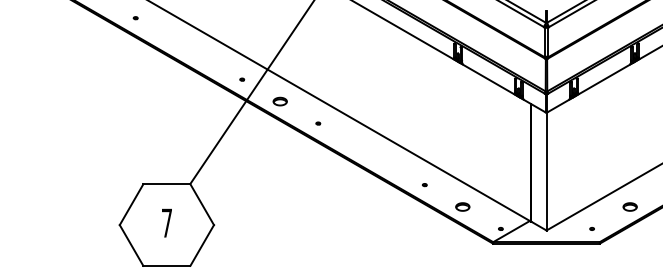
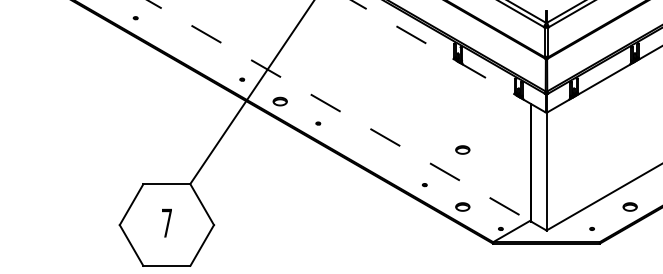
line at (448, 56): solid -> dashed
line at (339, 111): solid -> dashed
part at (462, 149): none -> present
